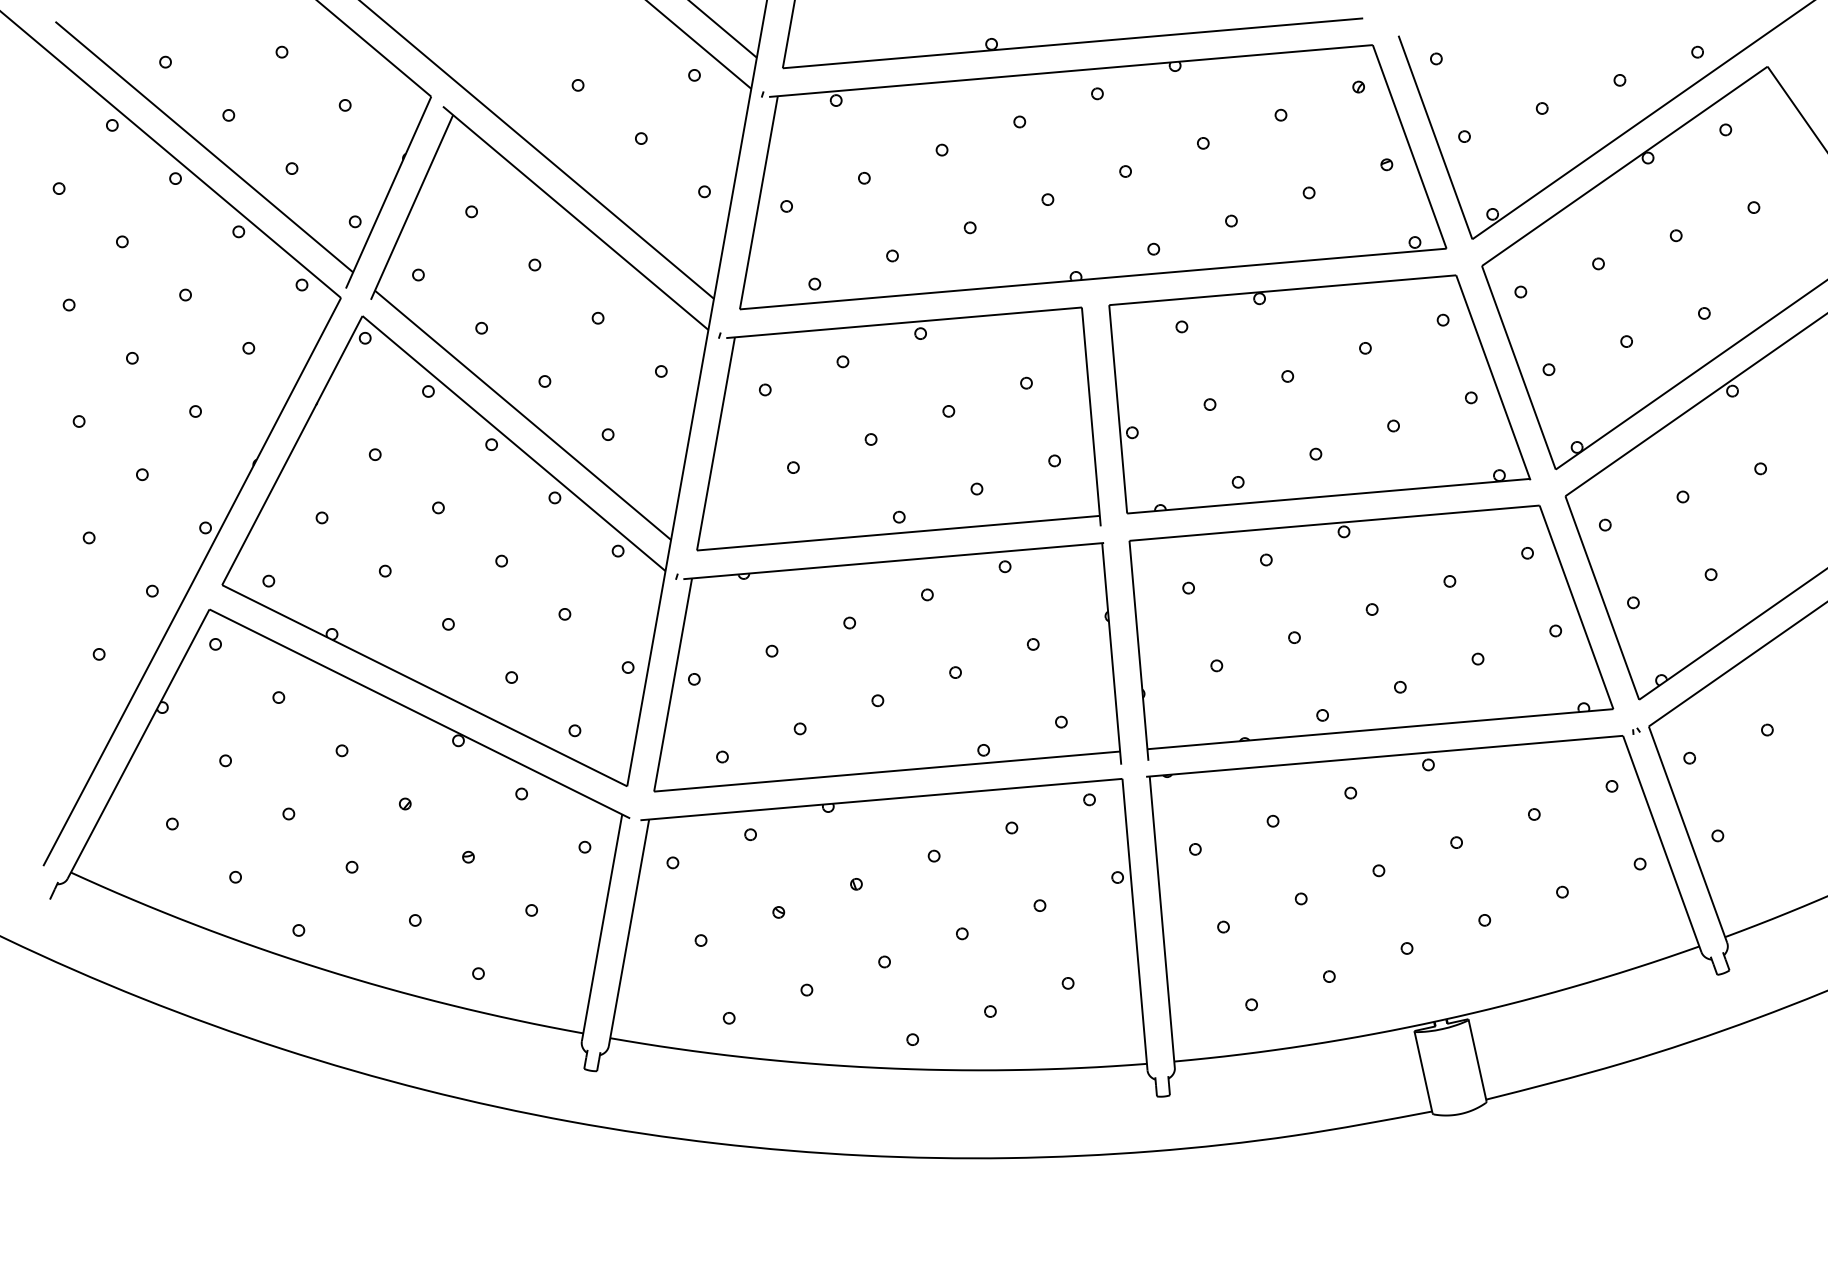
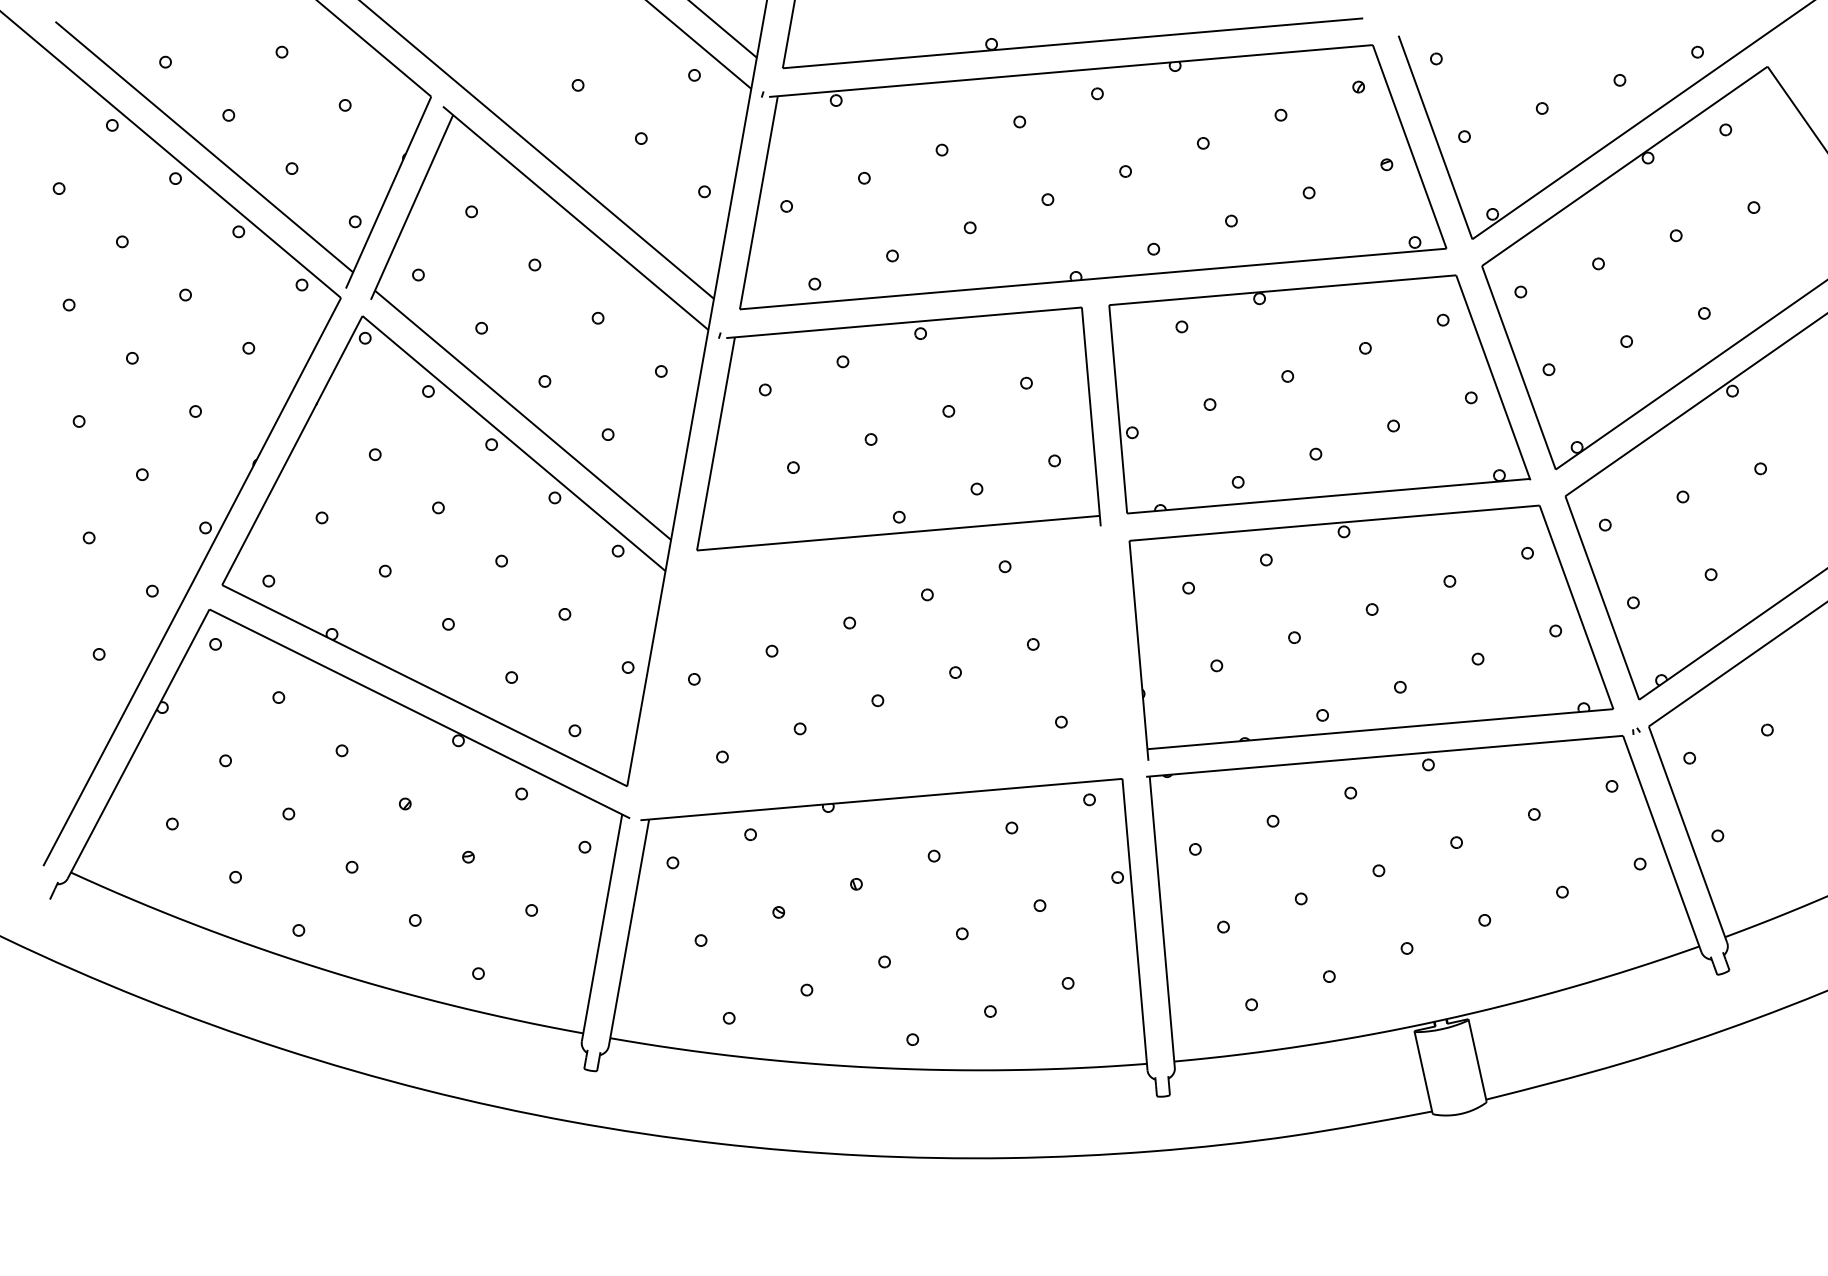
part at (887, 667): present -> none
